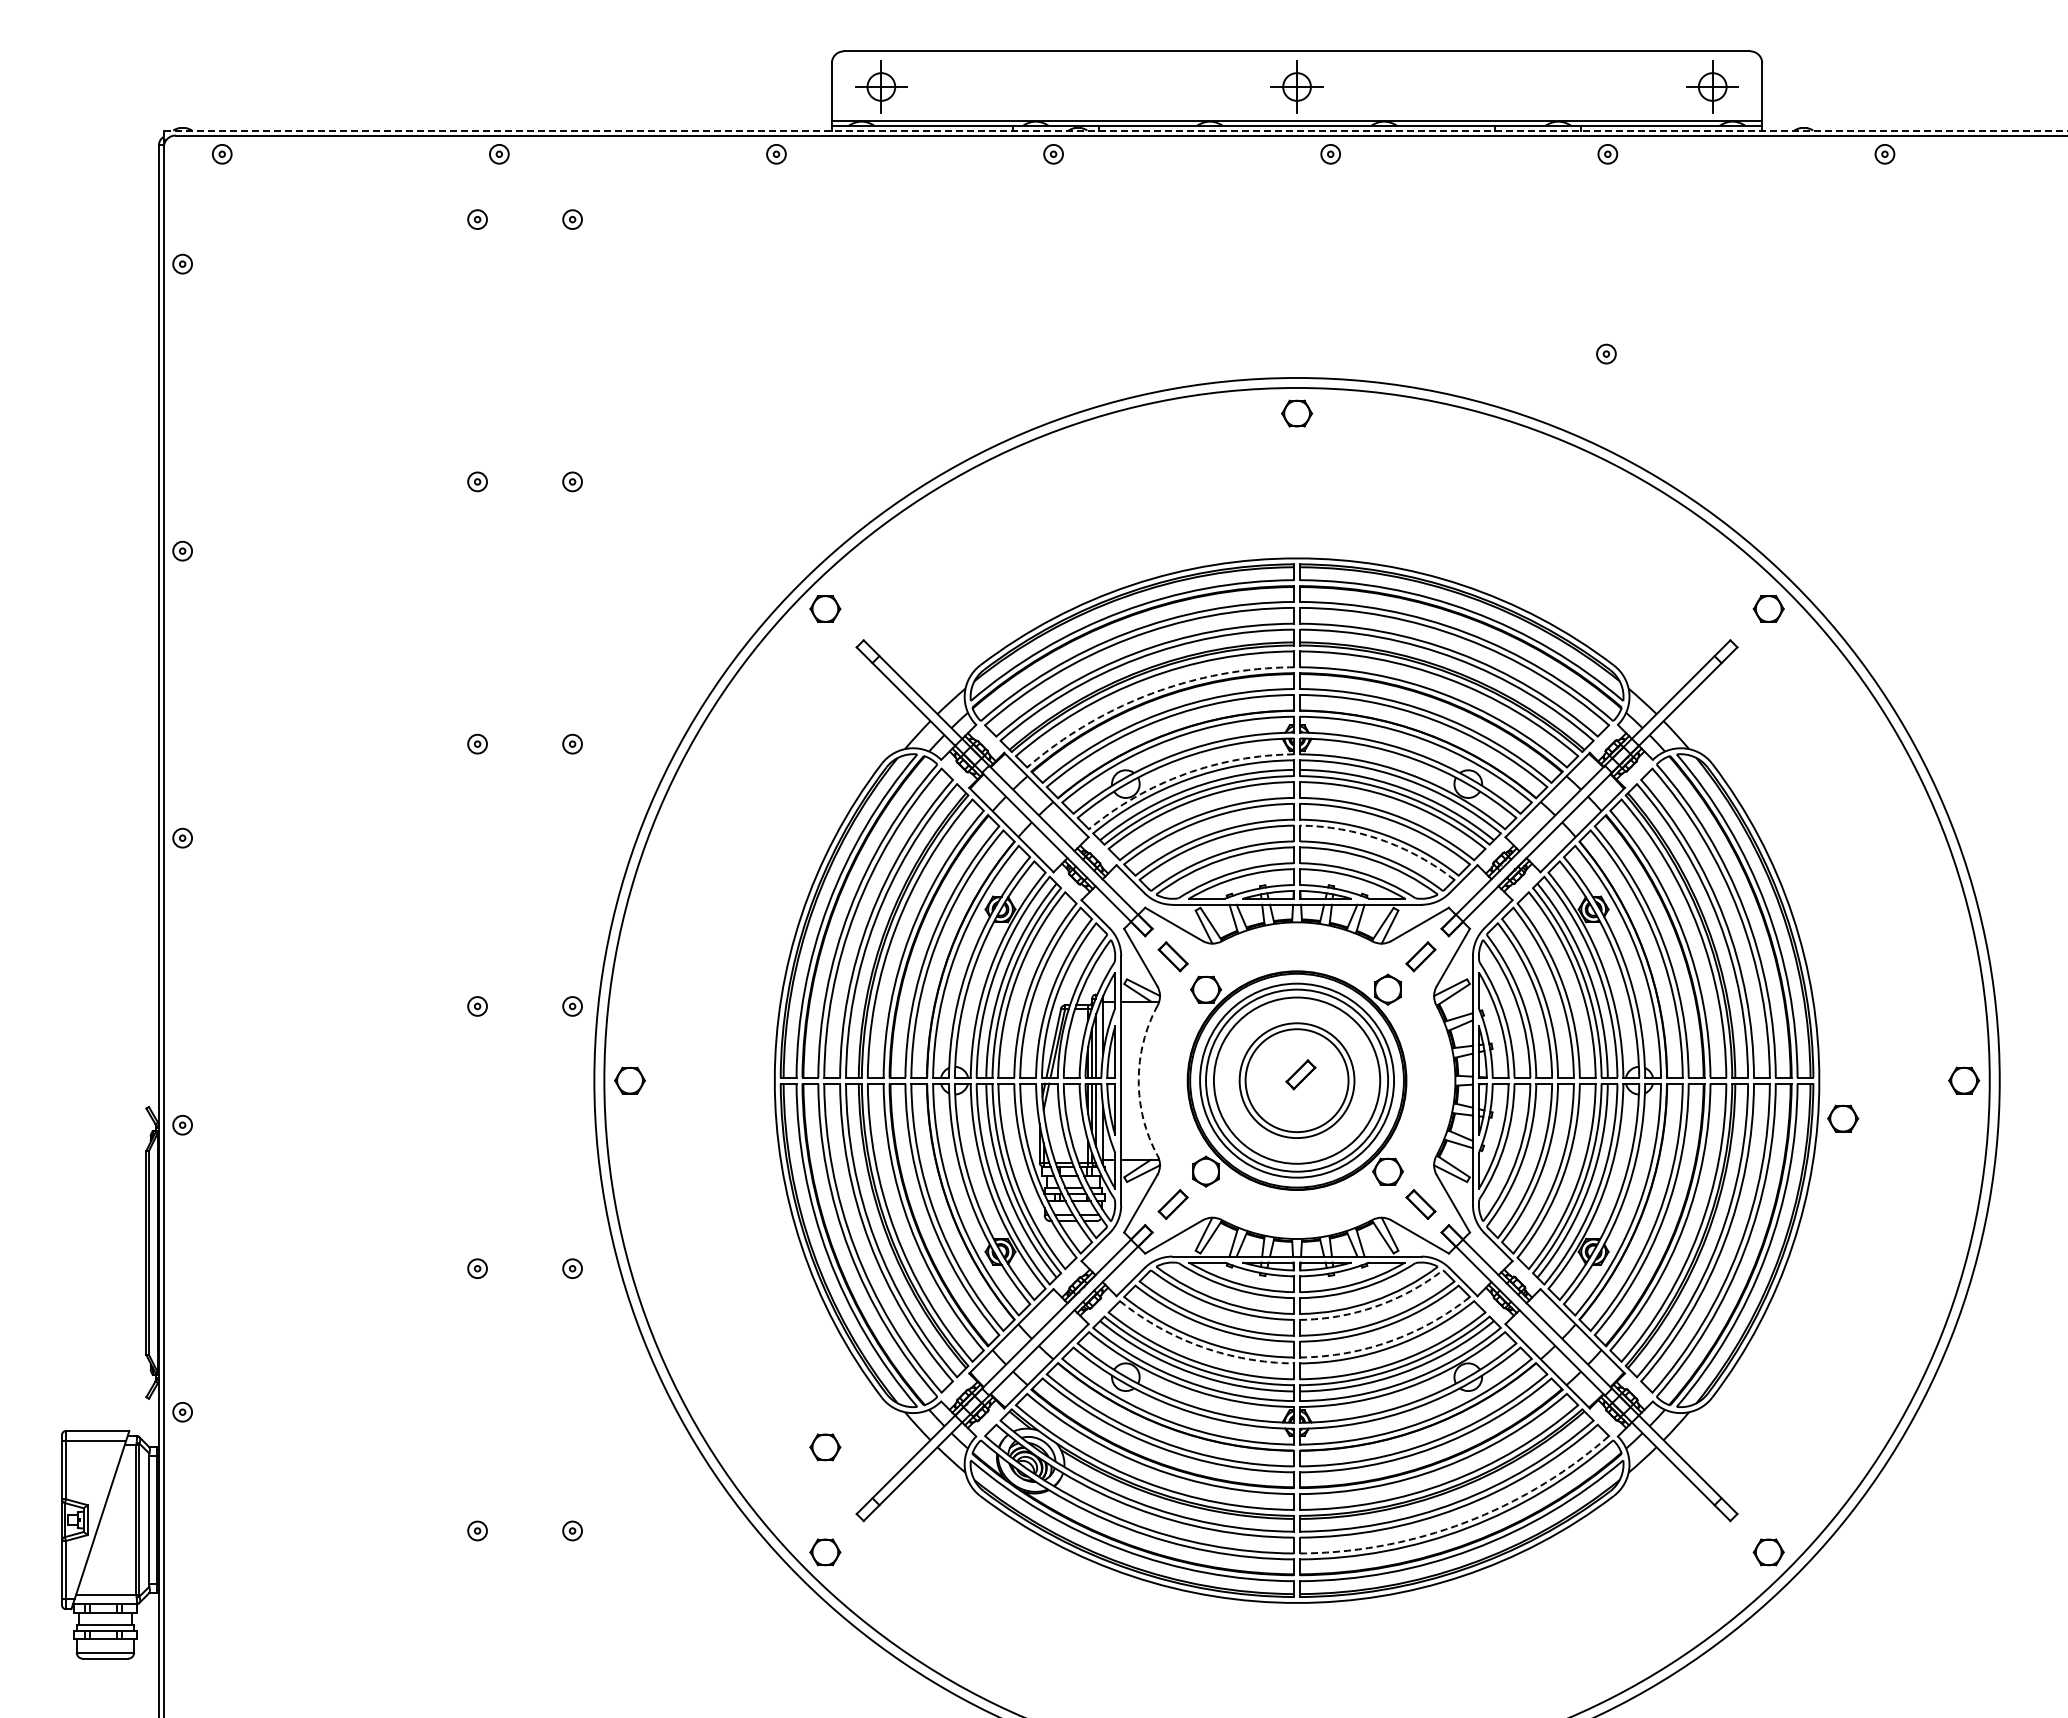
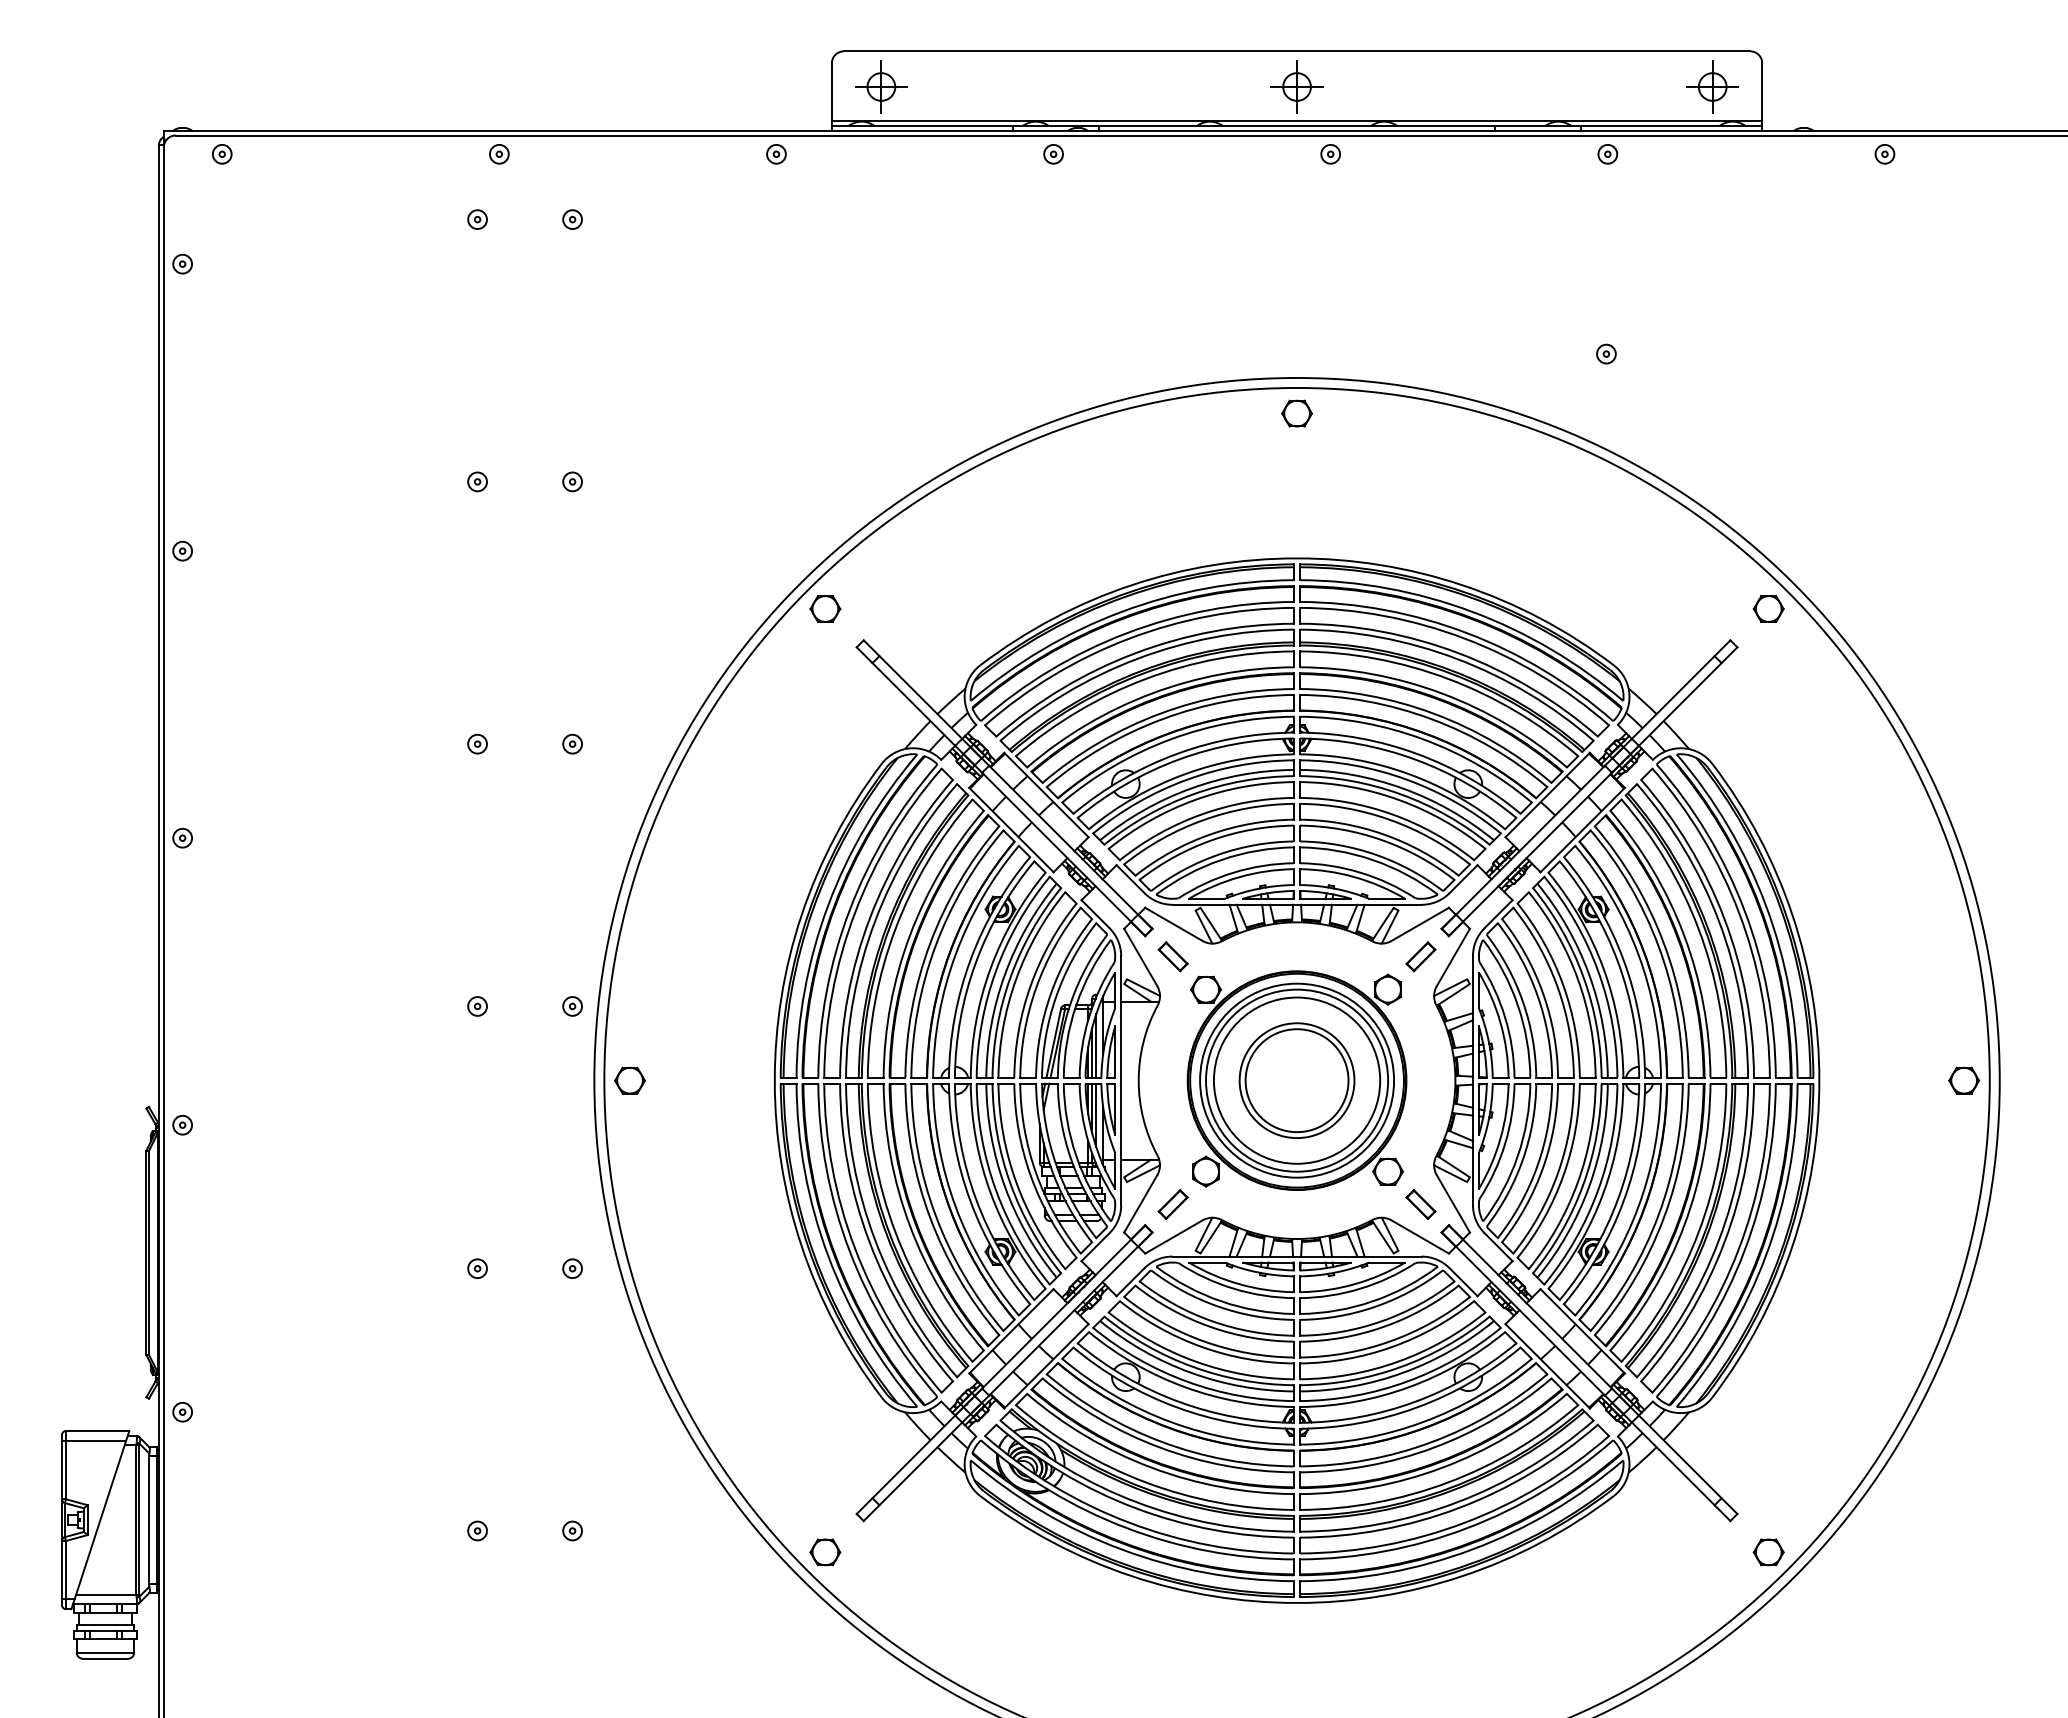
line at (1115, 130): dashed -> solid
arc at (1151, 693): dashed -> solid
arc at (1185, 774): dashed -> solid
arc at (1381, 840): dashed -> solid
part at (1300, 1074): present -> none
arc at (1138, 1080): dashed -> solid
part at (1843, 1118): present -> none
arc at (1375, 1306): dashed -> solid
arc at (1390, 1341): dashed -> solid
arc at (1201, 1346): dashed -> solid
part at (825, 1447): present -> none
arc at (1465, 1522): dashed -> solid
